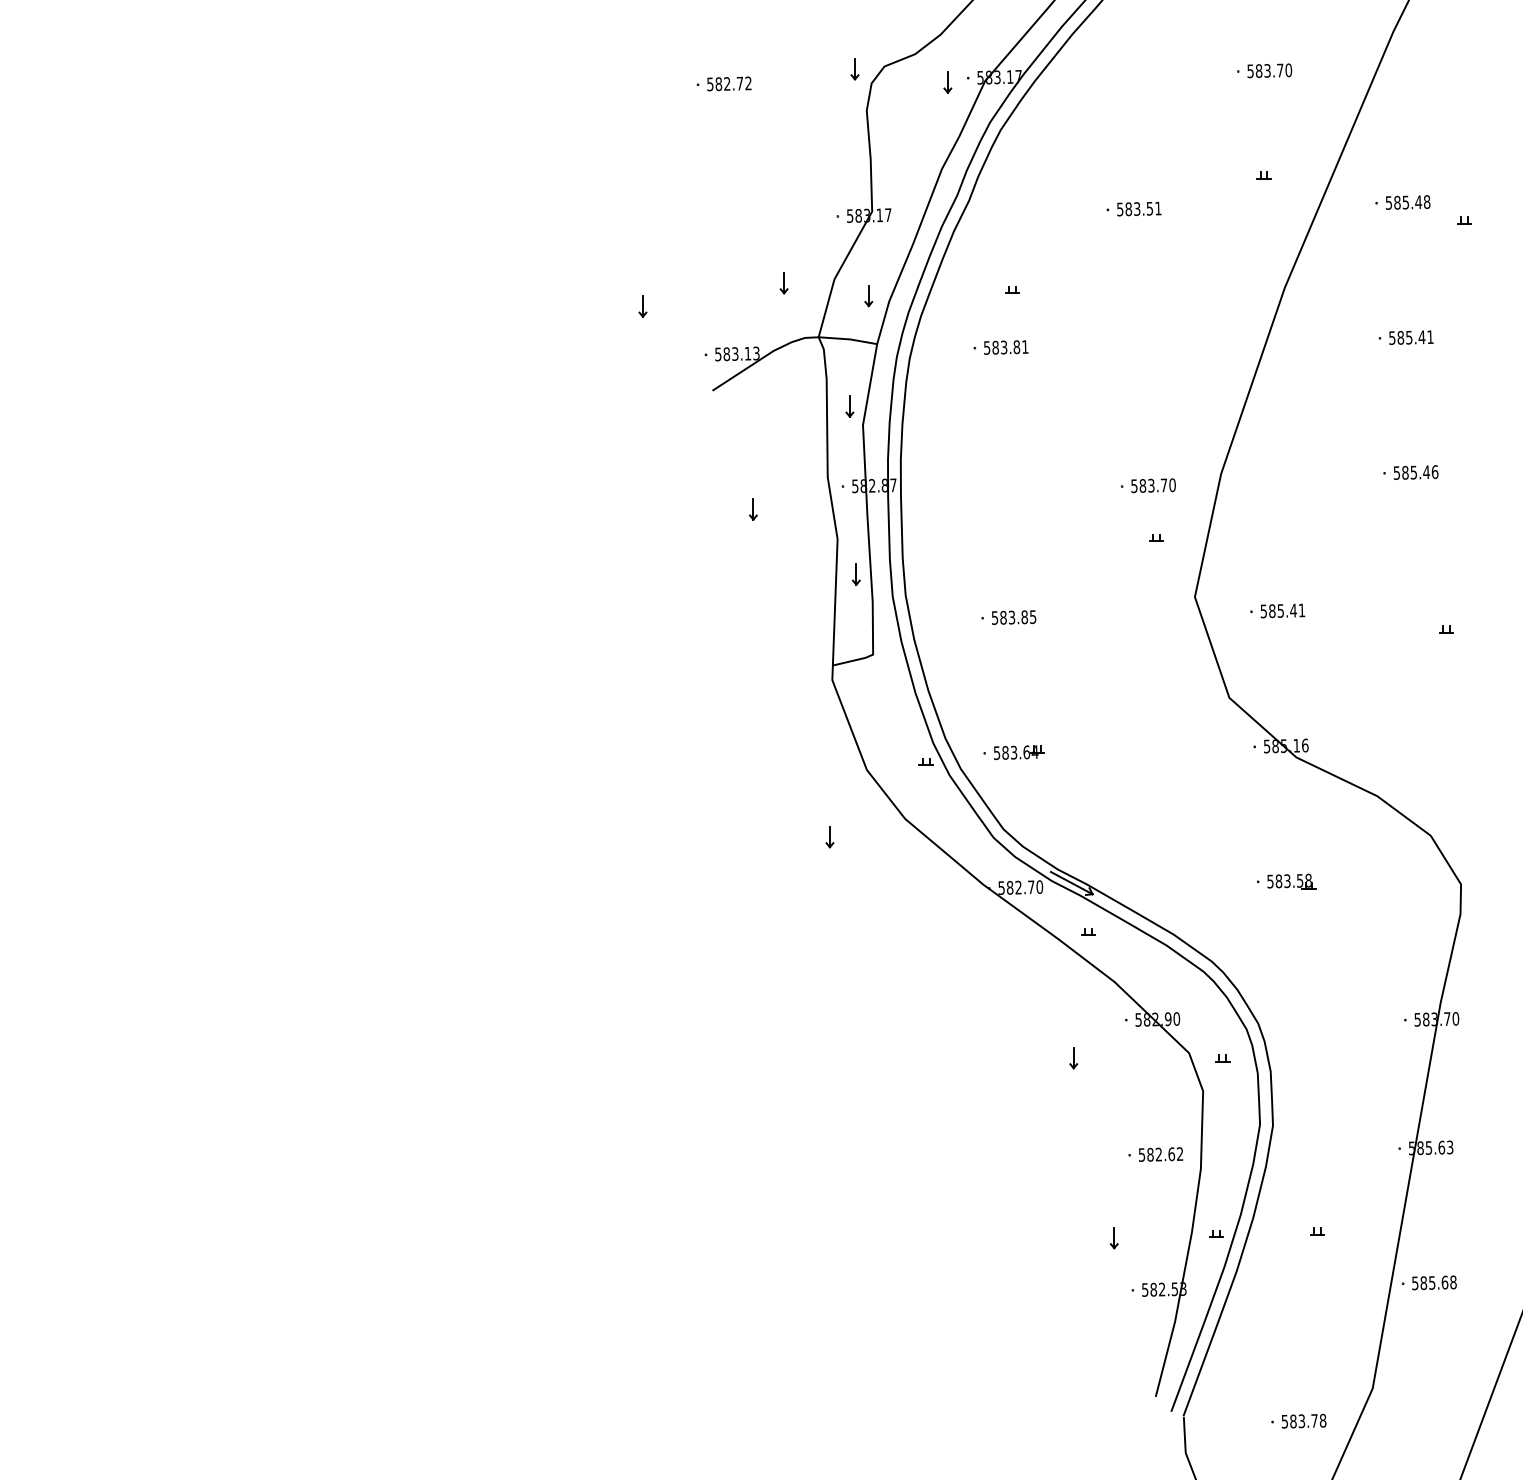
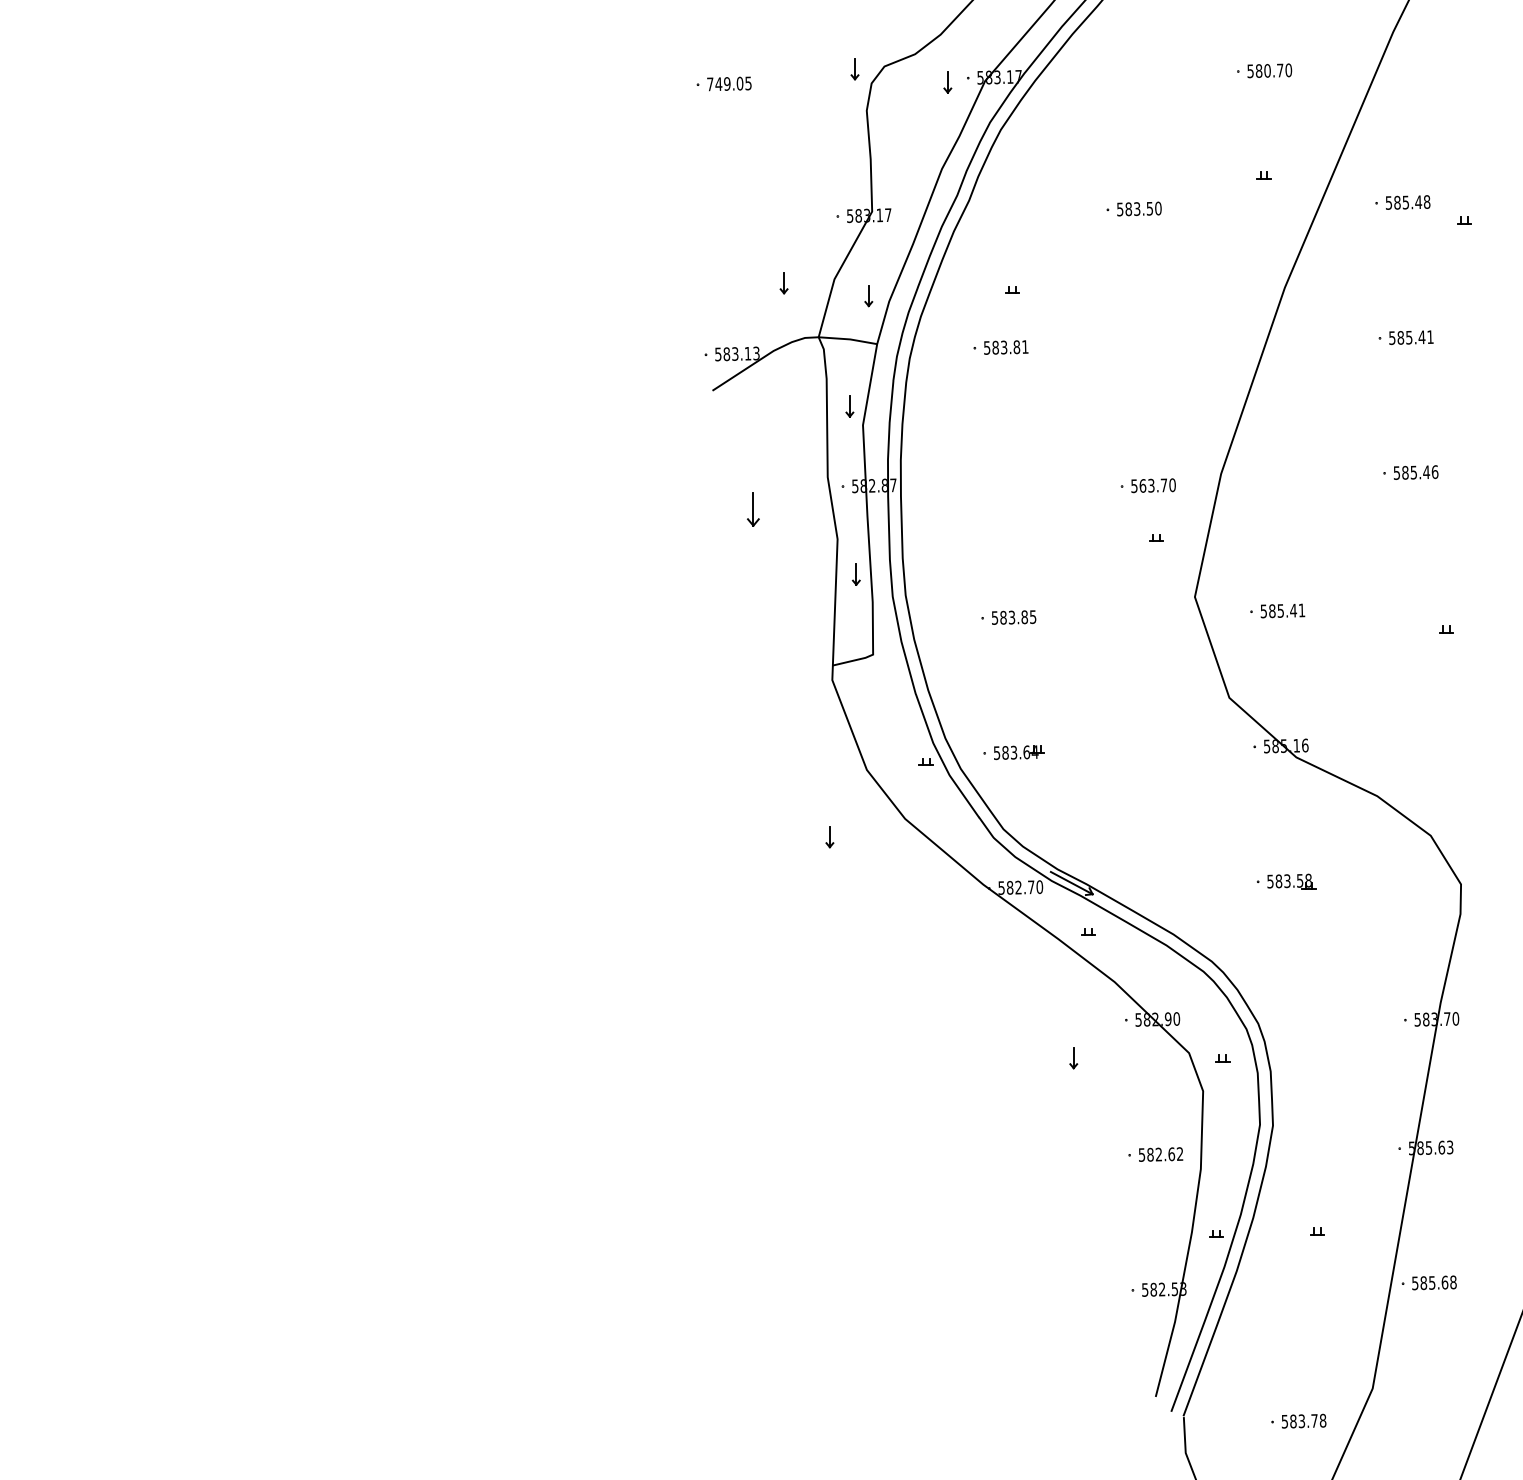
text at (1267, 70): 583.70 -> 580.70
text at (729, 83): 582.72 -> 749.05
text at (1158, 208): 583.51 -> 583.50
part at (642, 306): present -> none
text at (1142, 485): 583.70 -> 563.70
part at (753, 509) size: 9x23 px -> 13x35 px
part at (1113, 1238): present -> none
